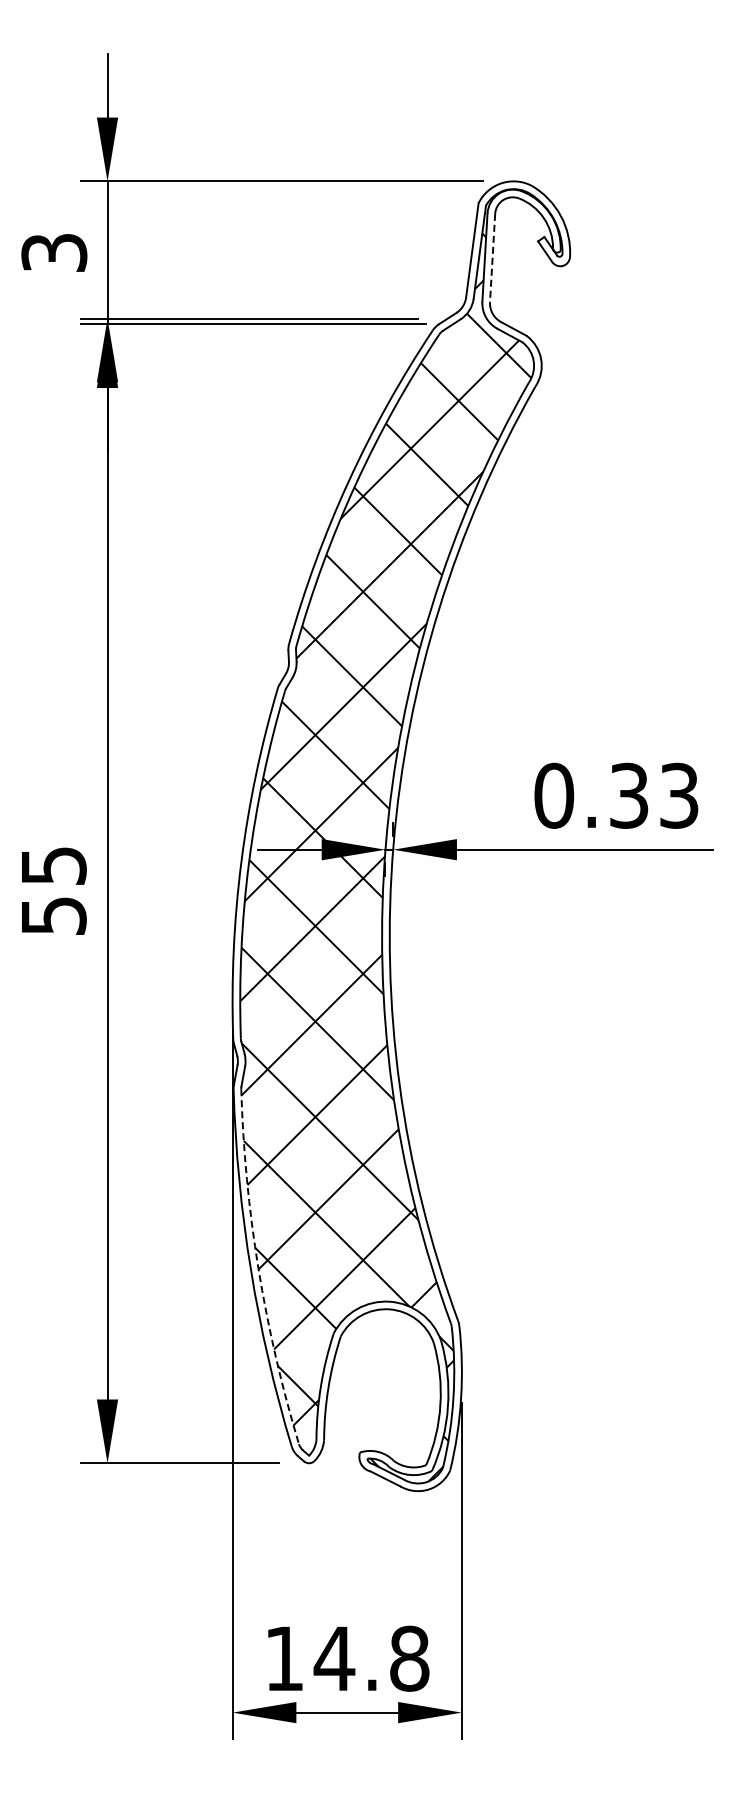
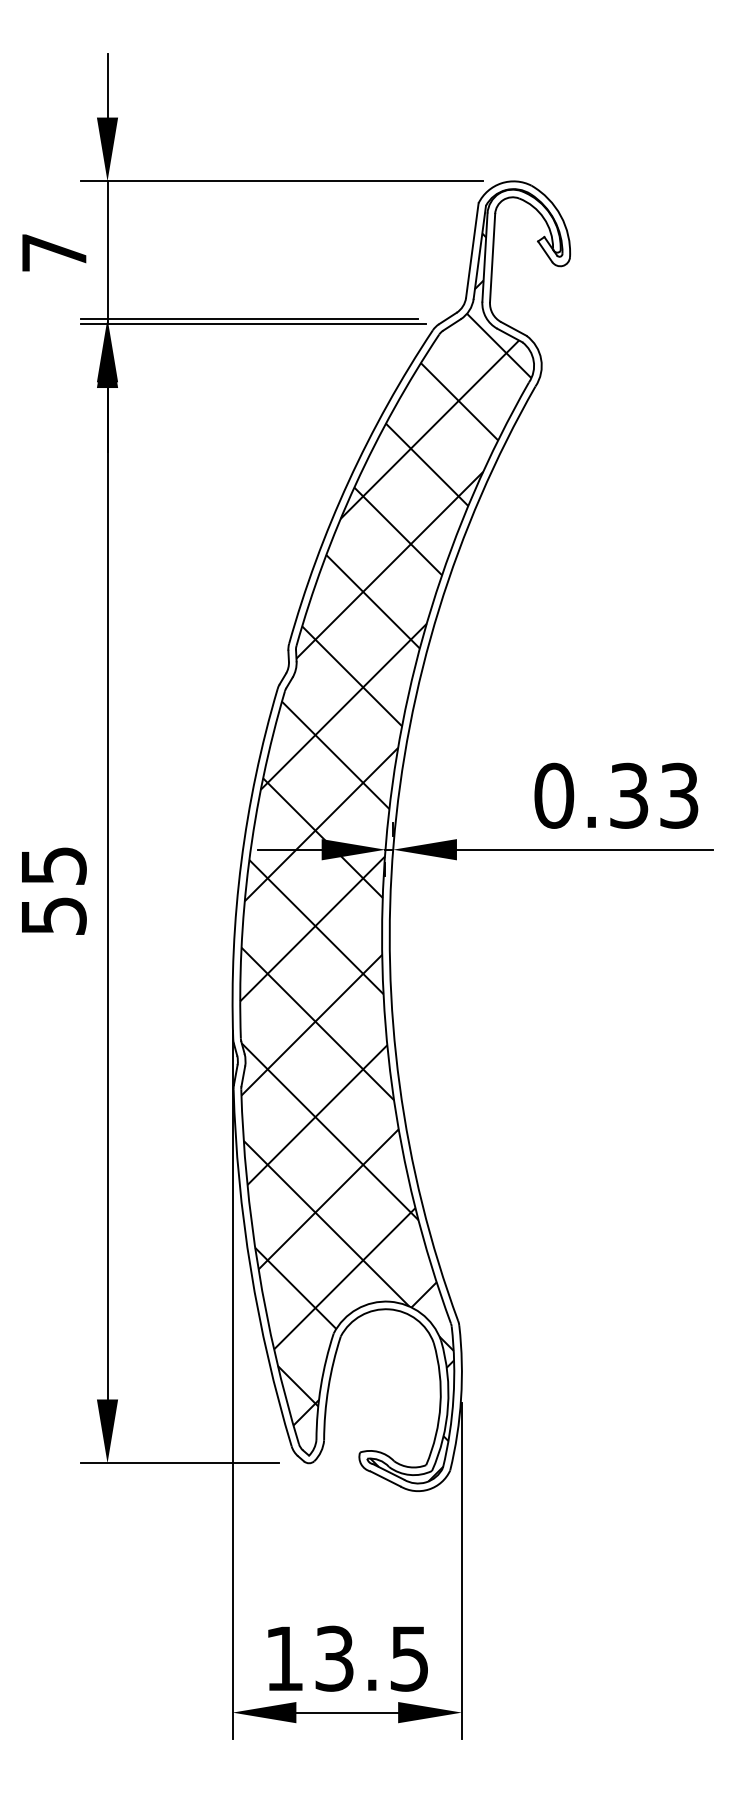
text at (54, 252): 3 -> 7
line at (492, 258): dashed -> solid
arc at (258, 1268): dashed -> solid
text at (371, 1658): 14.8 -> 13.5
